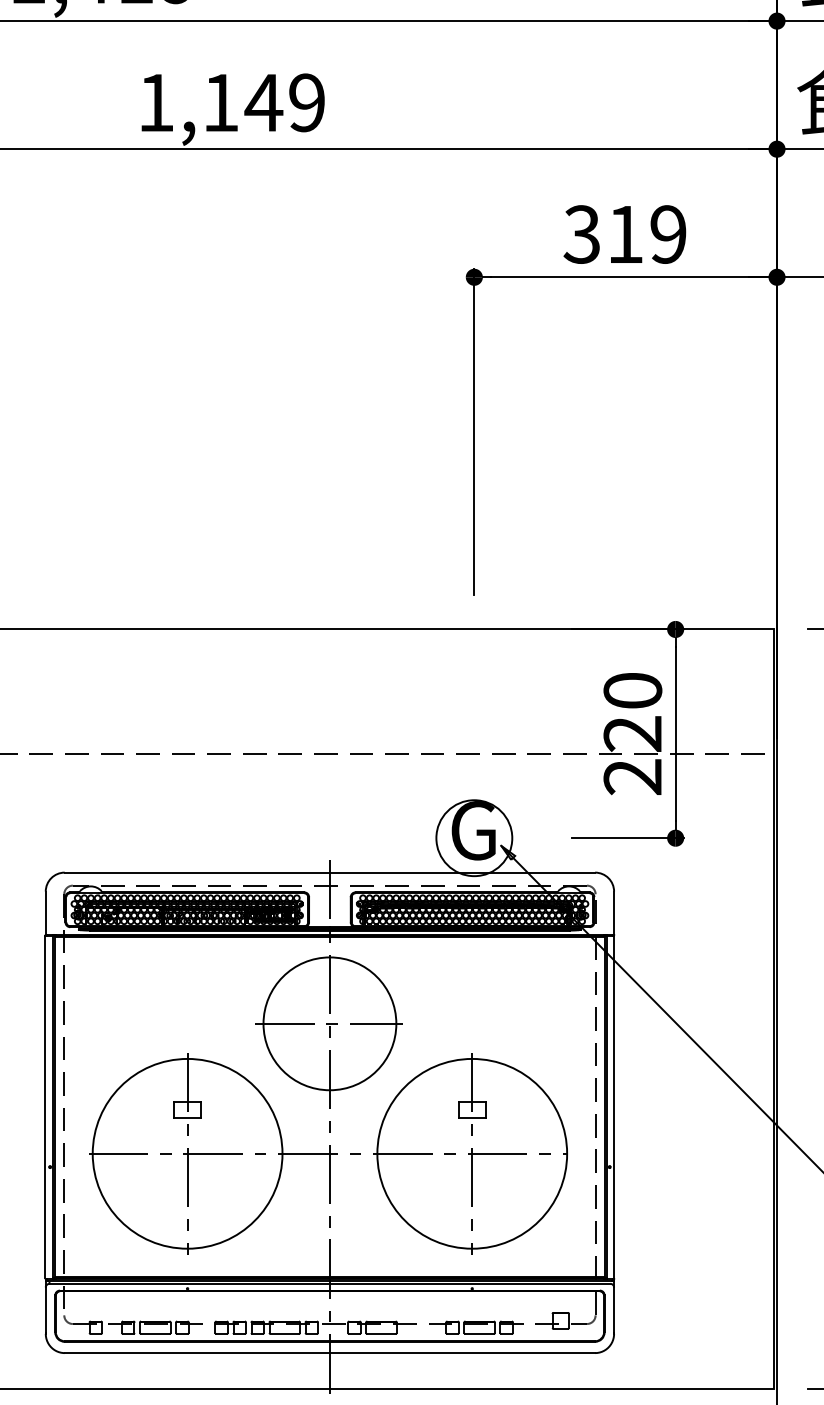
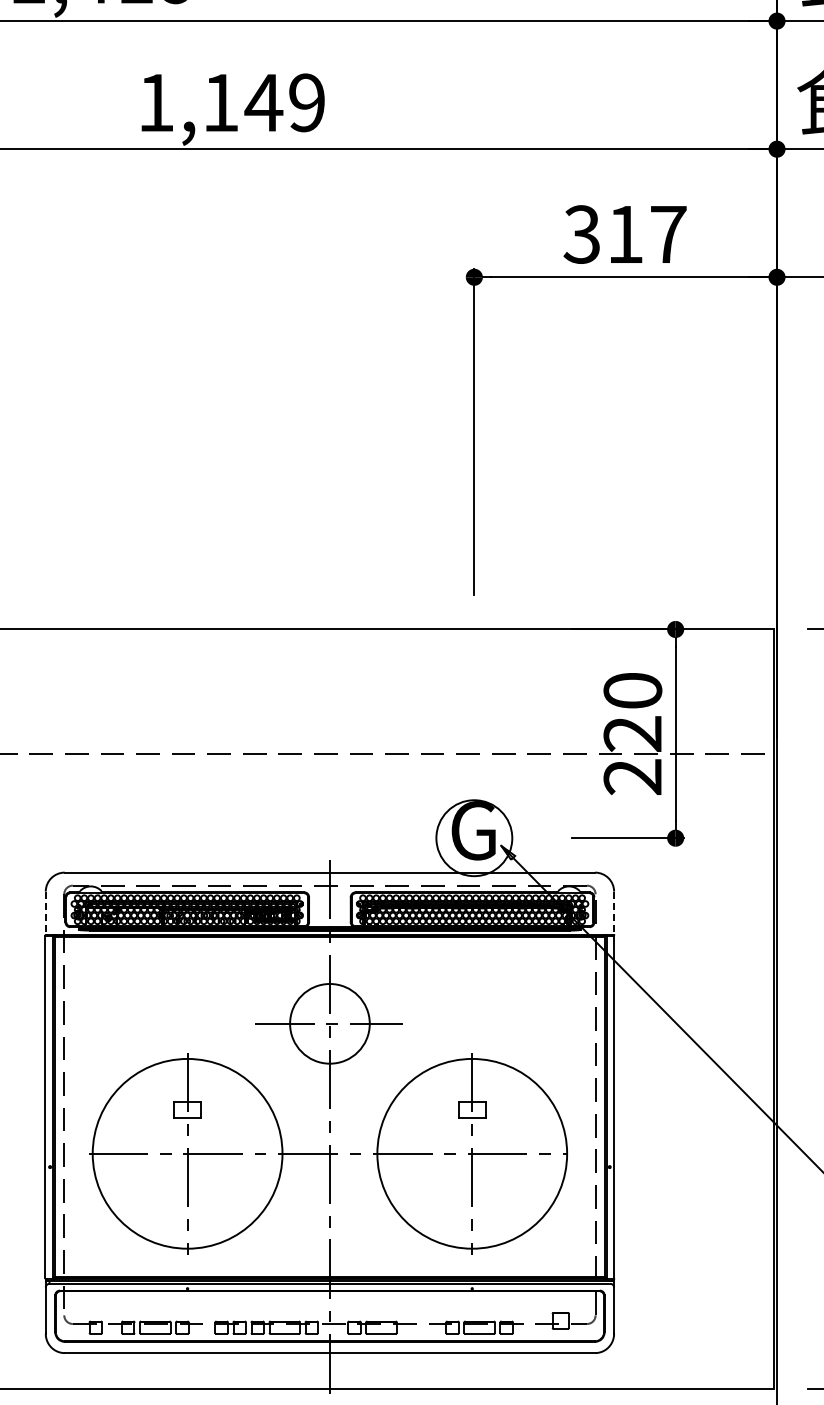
text at (668, 234): 319 -> 317
line at (45, 913): solid -> dashed
line at (614, 913): solid -> dashed
circle at (329, 1023) diameter: 133 px -> 80 px
